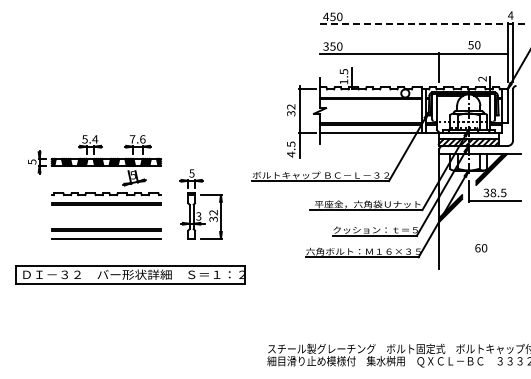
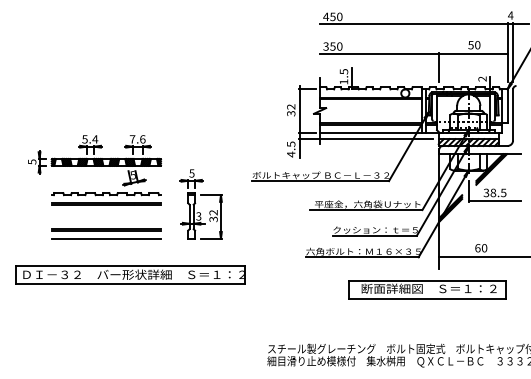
line at (424, 23): dashed -> solid
line at (365, 139): none -> present
line at (483, 256): none -> present
part at (427, 289): none -> present
